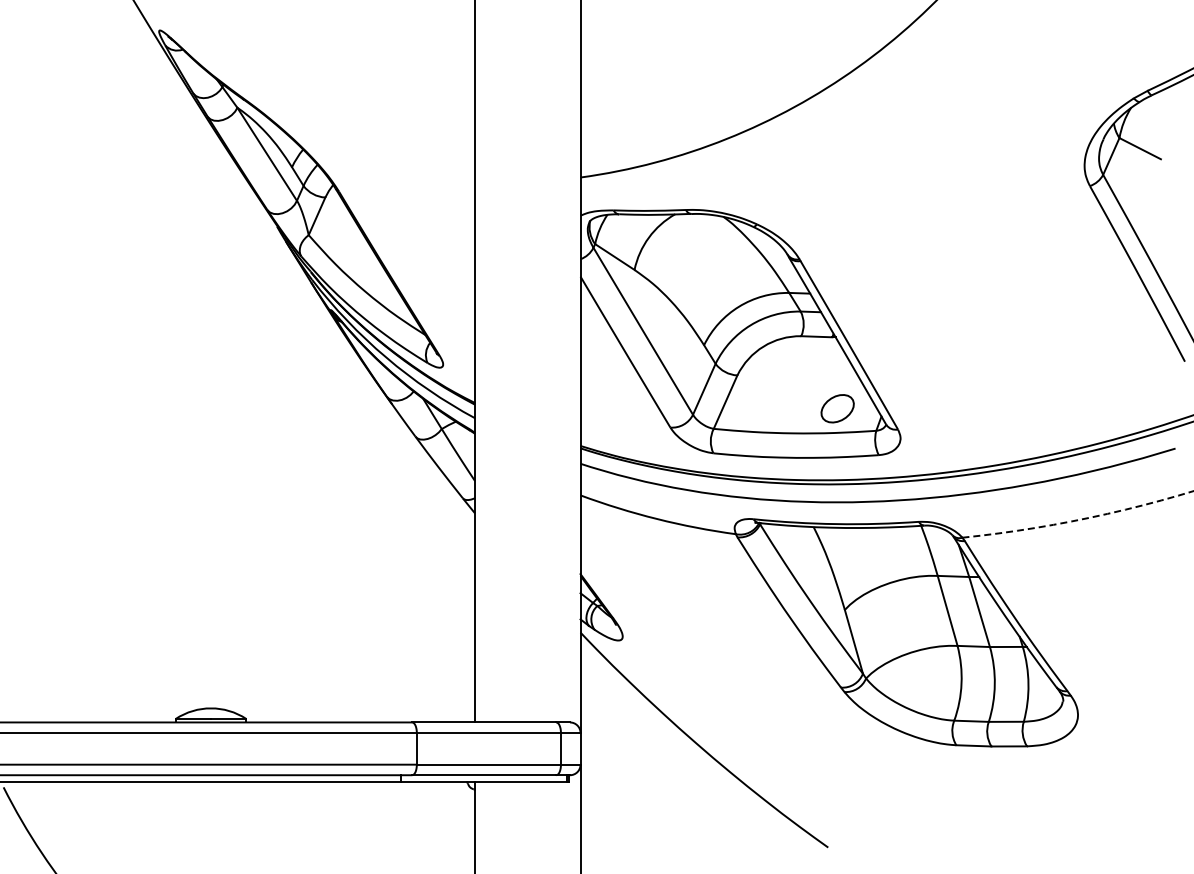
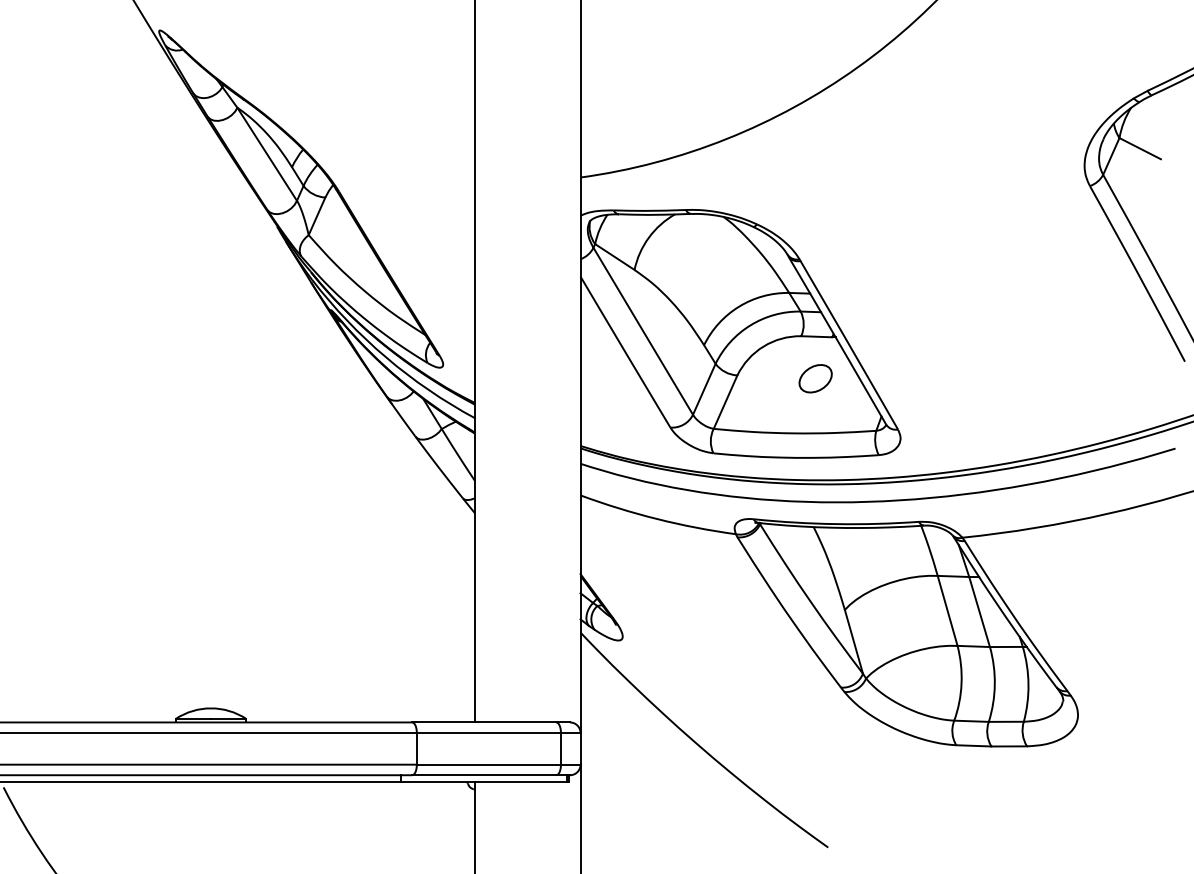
part at (837, 408) position: (837, 408) -> (815, 378)
arc at (1079, 519): dashed -> solid
